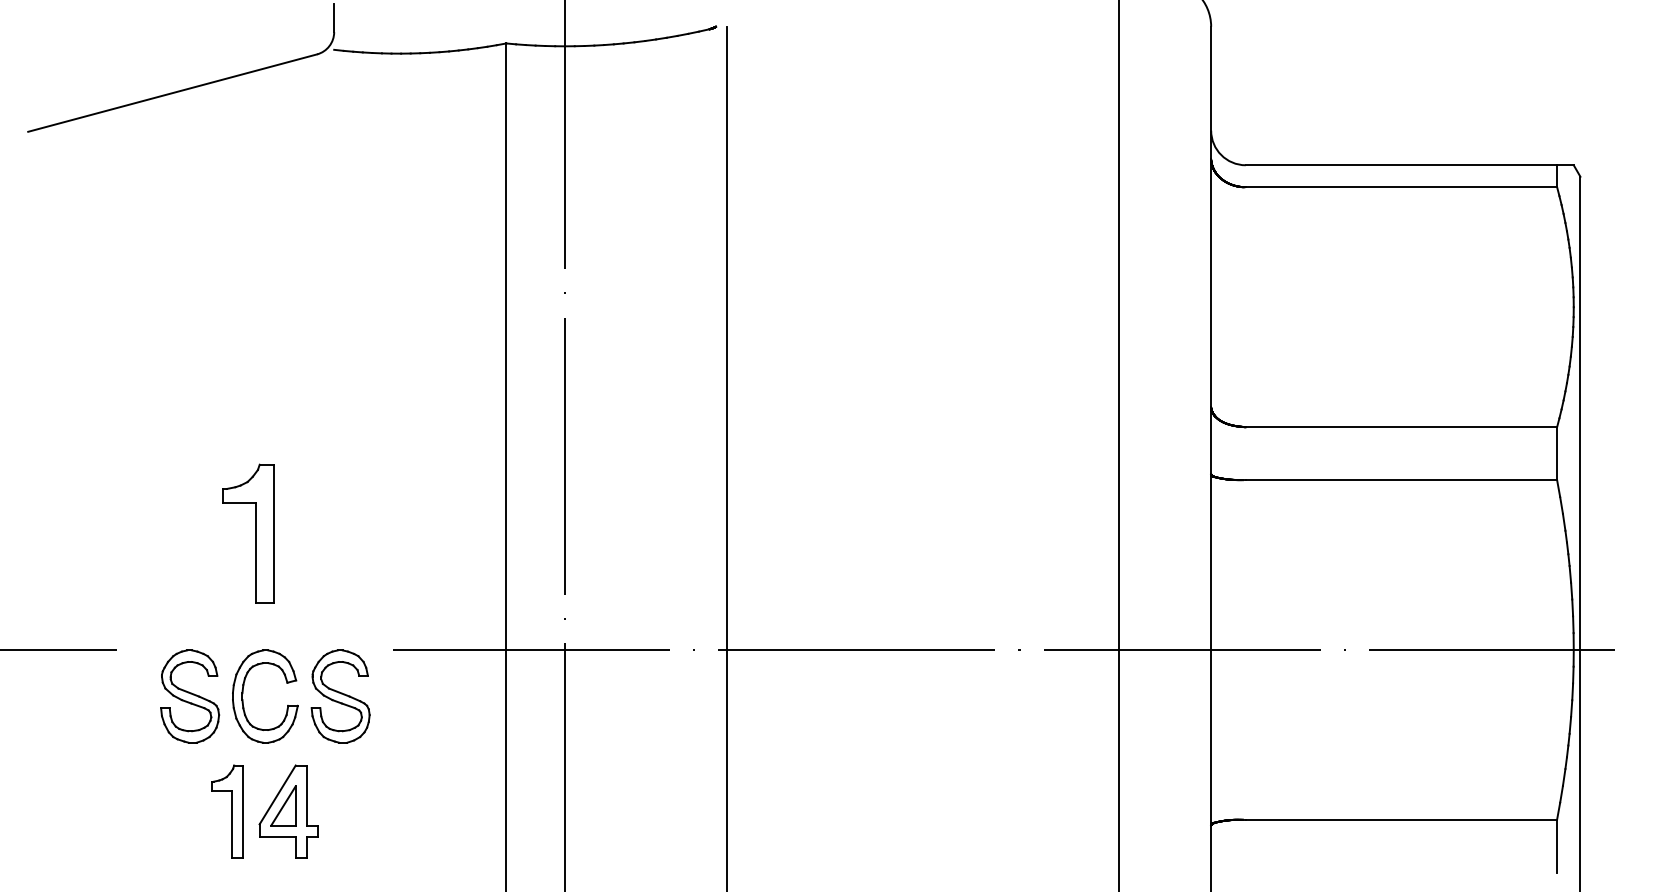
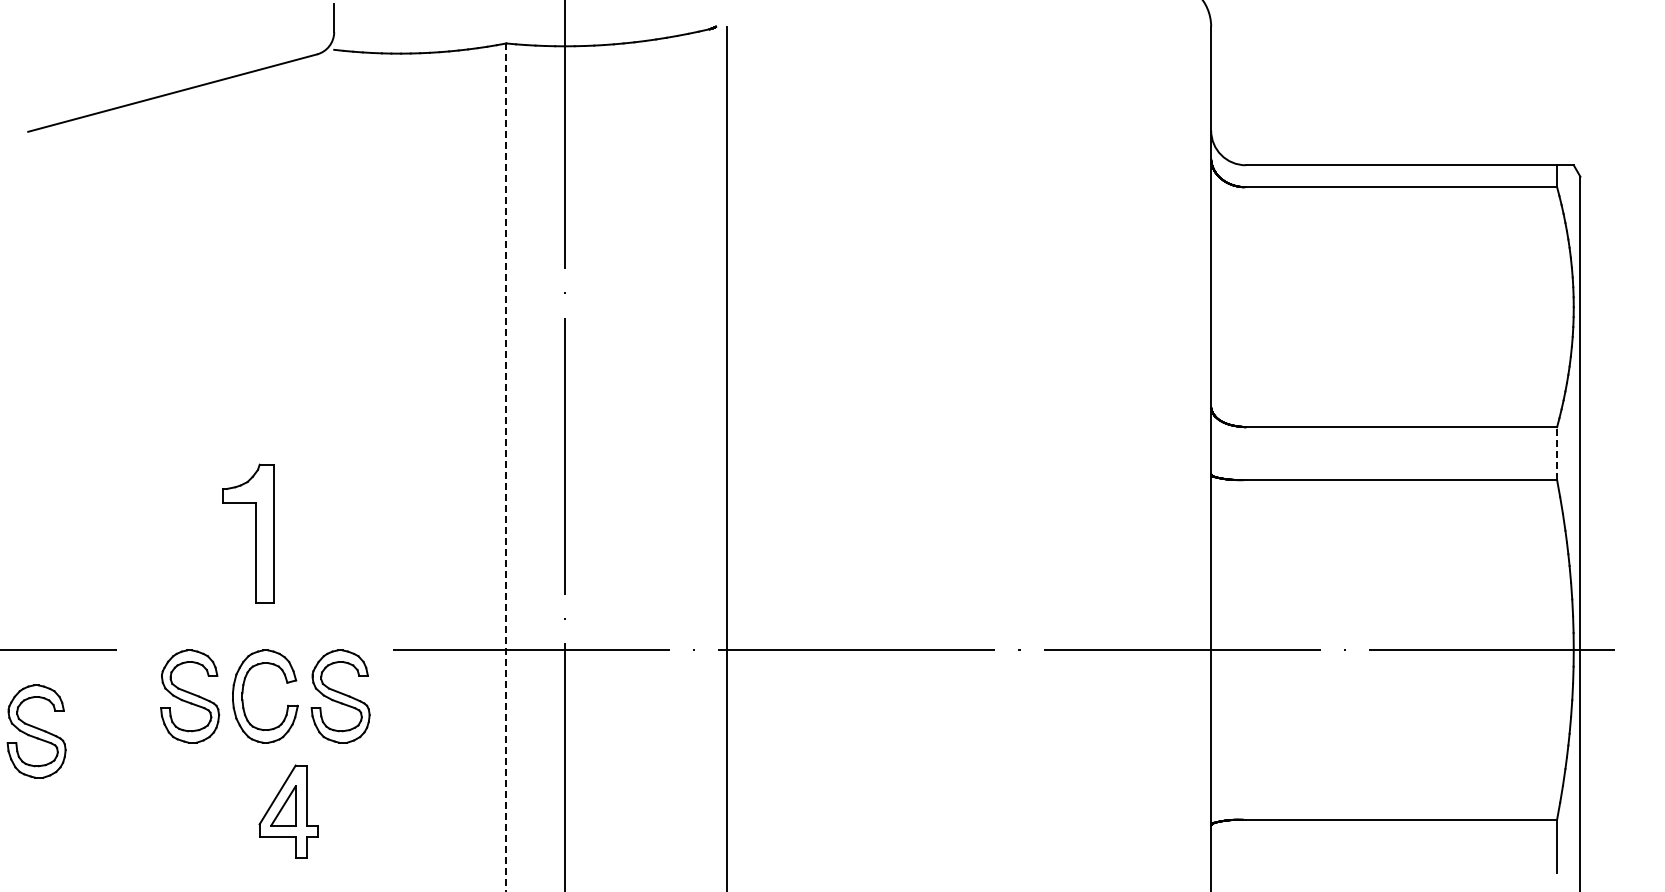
line at (1118, 445): present -> none
line at (1557, 453): solid -> dashed
line at (506, 467): solid -> dashed
part at (36, 731): none -> present
part at (227, 811): present -> none
